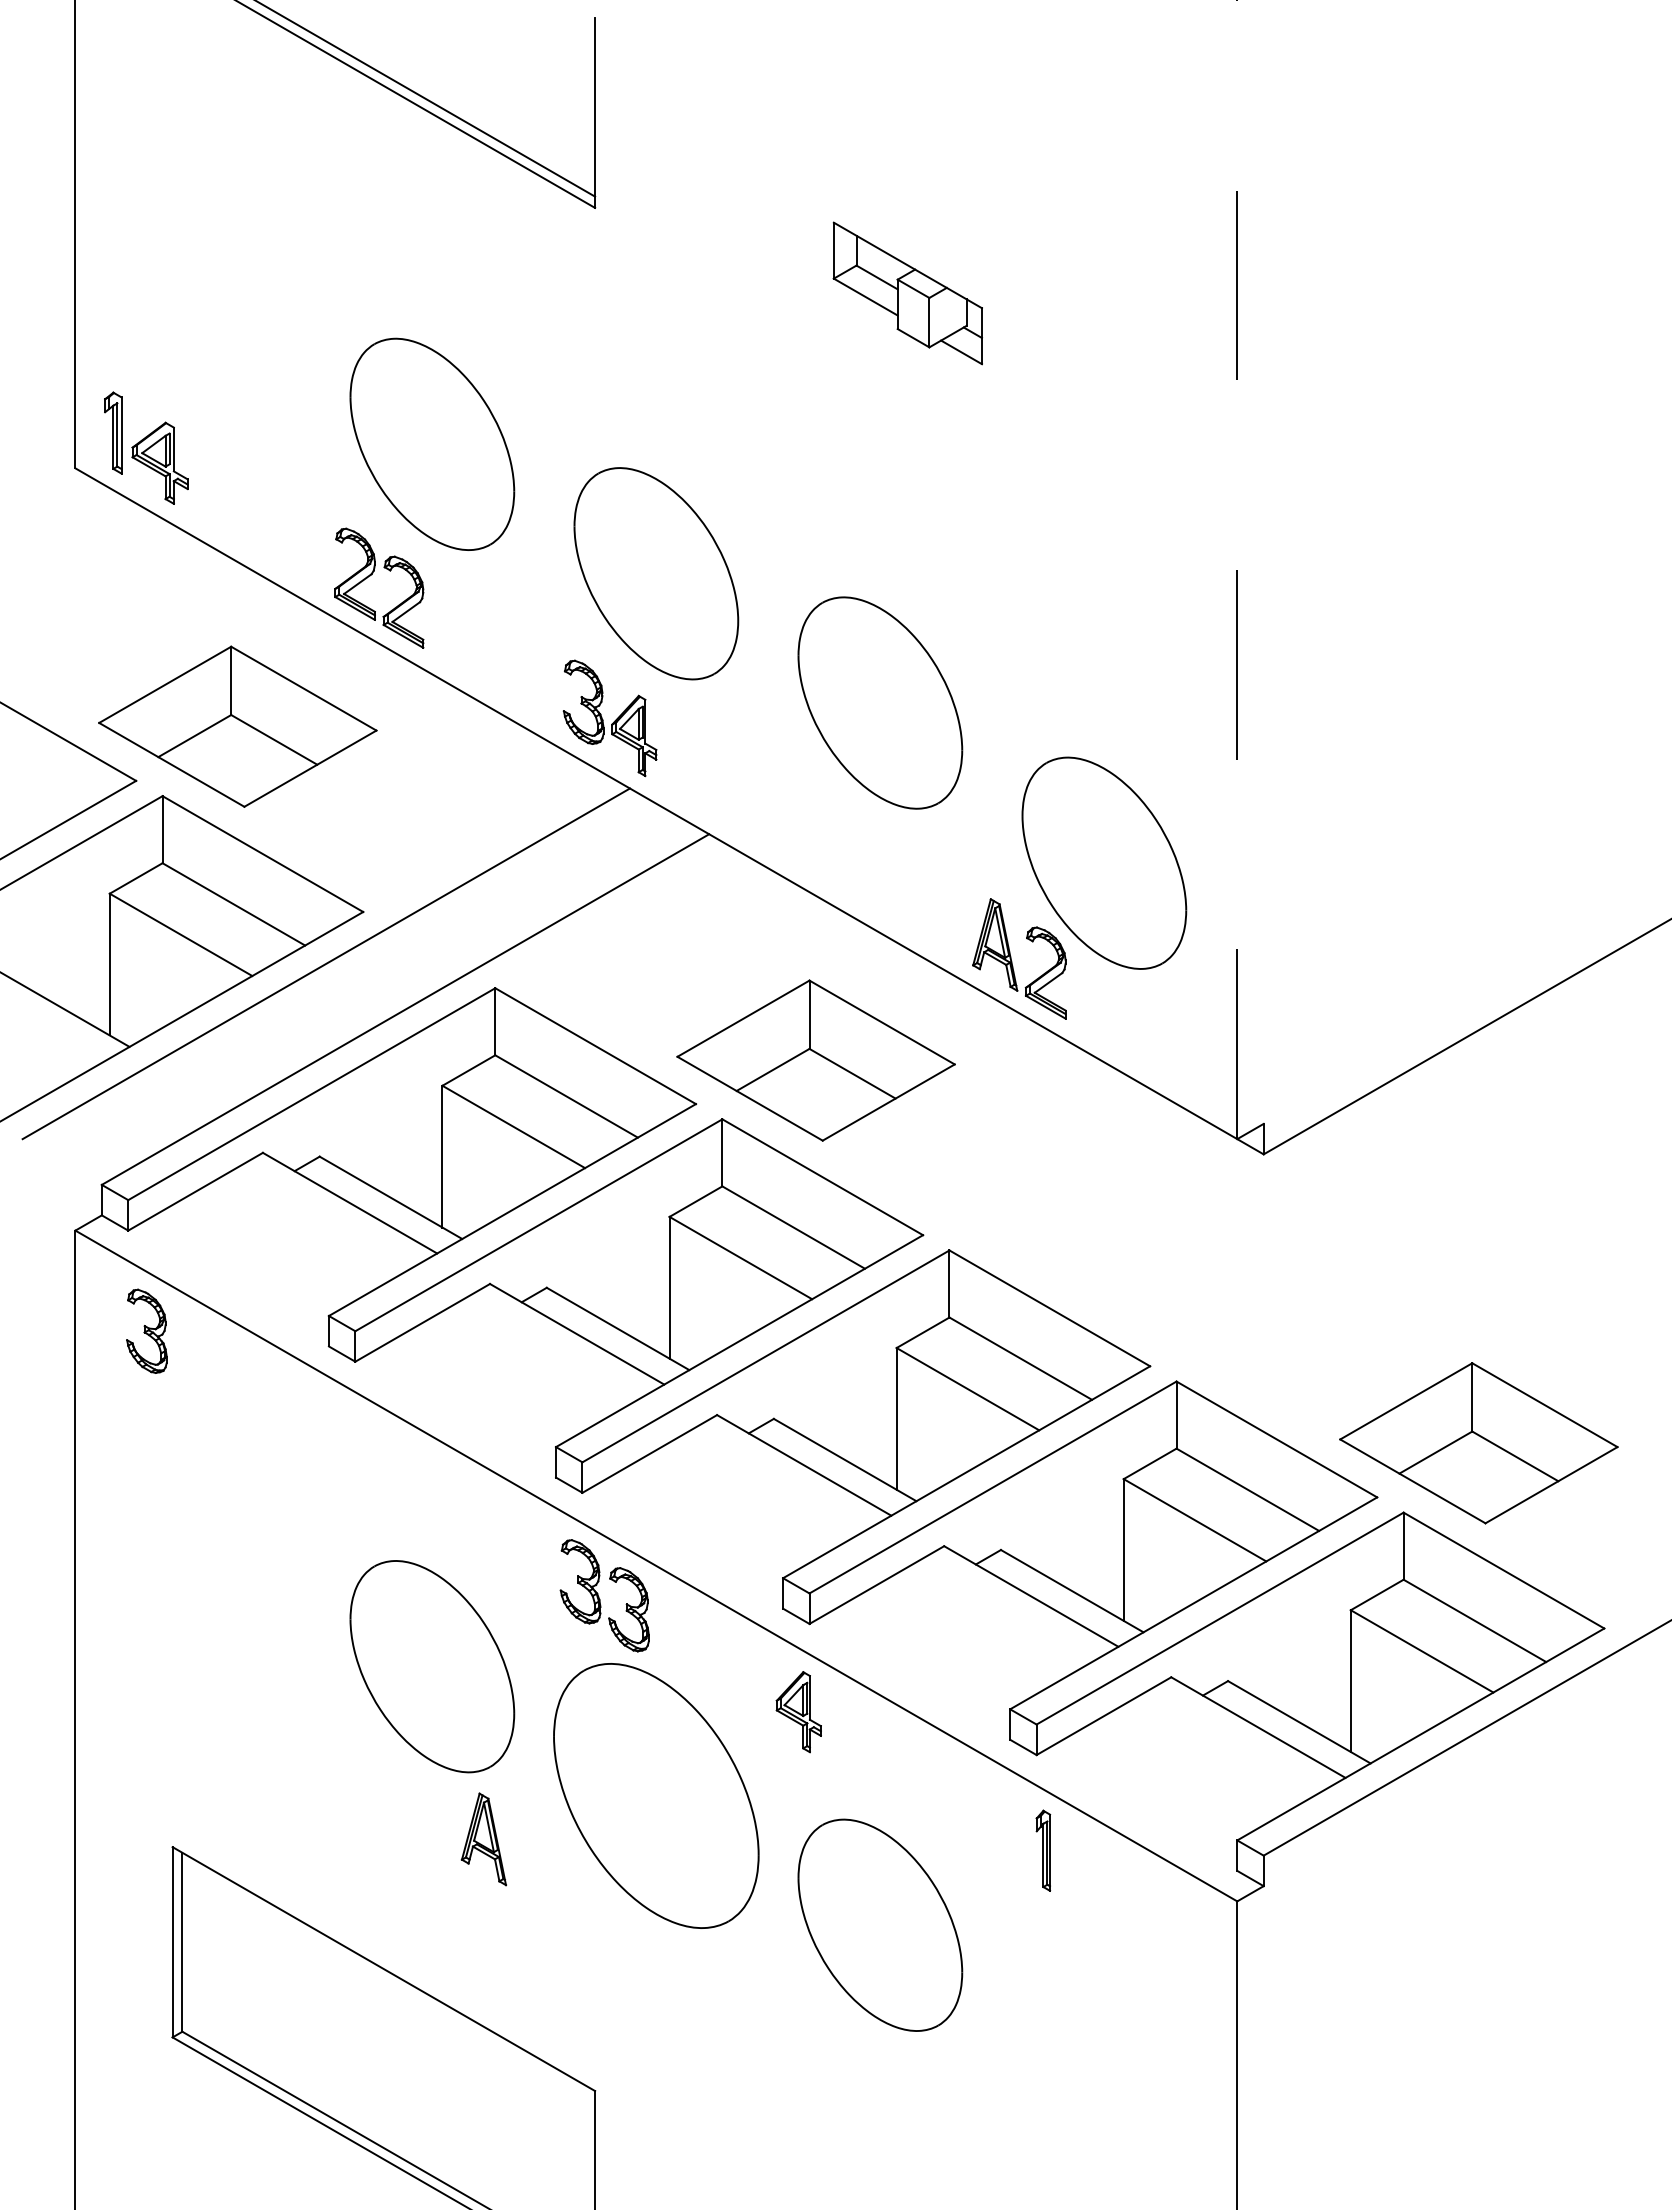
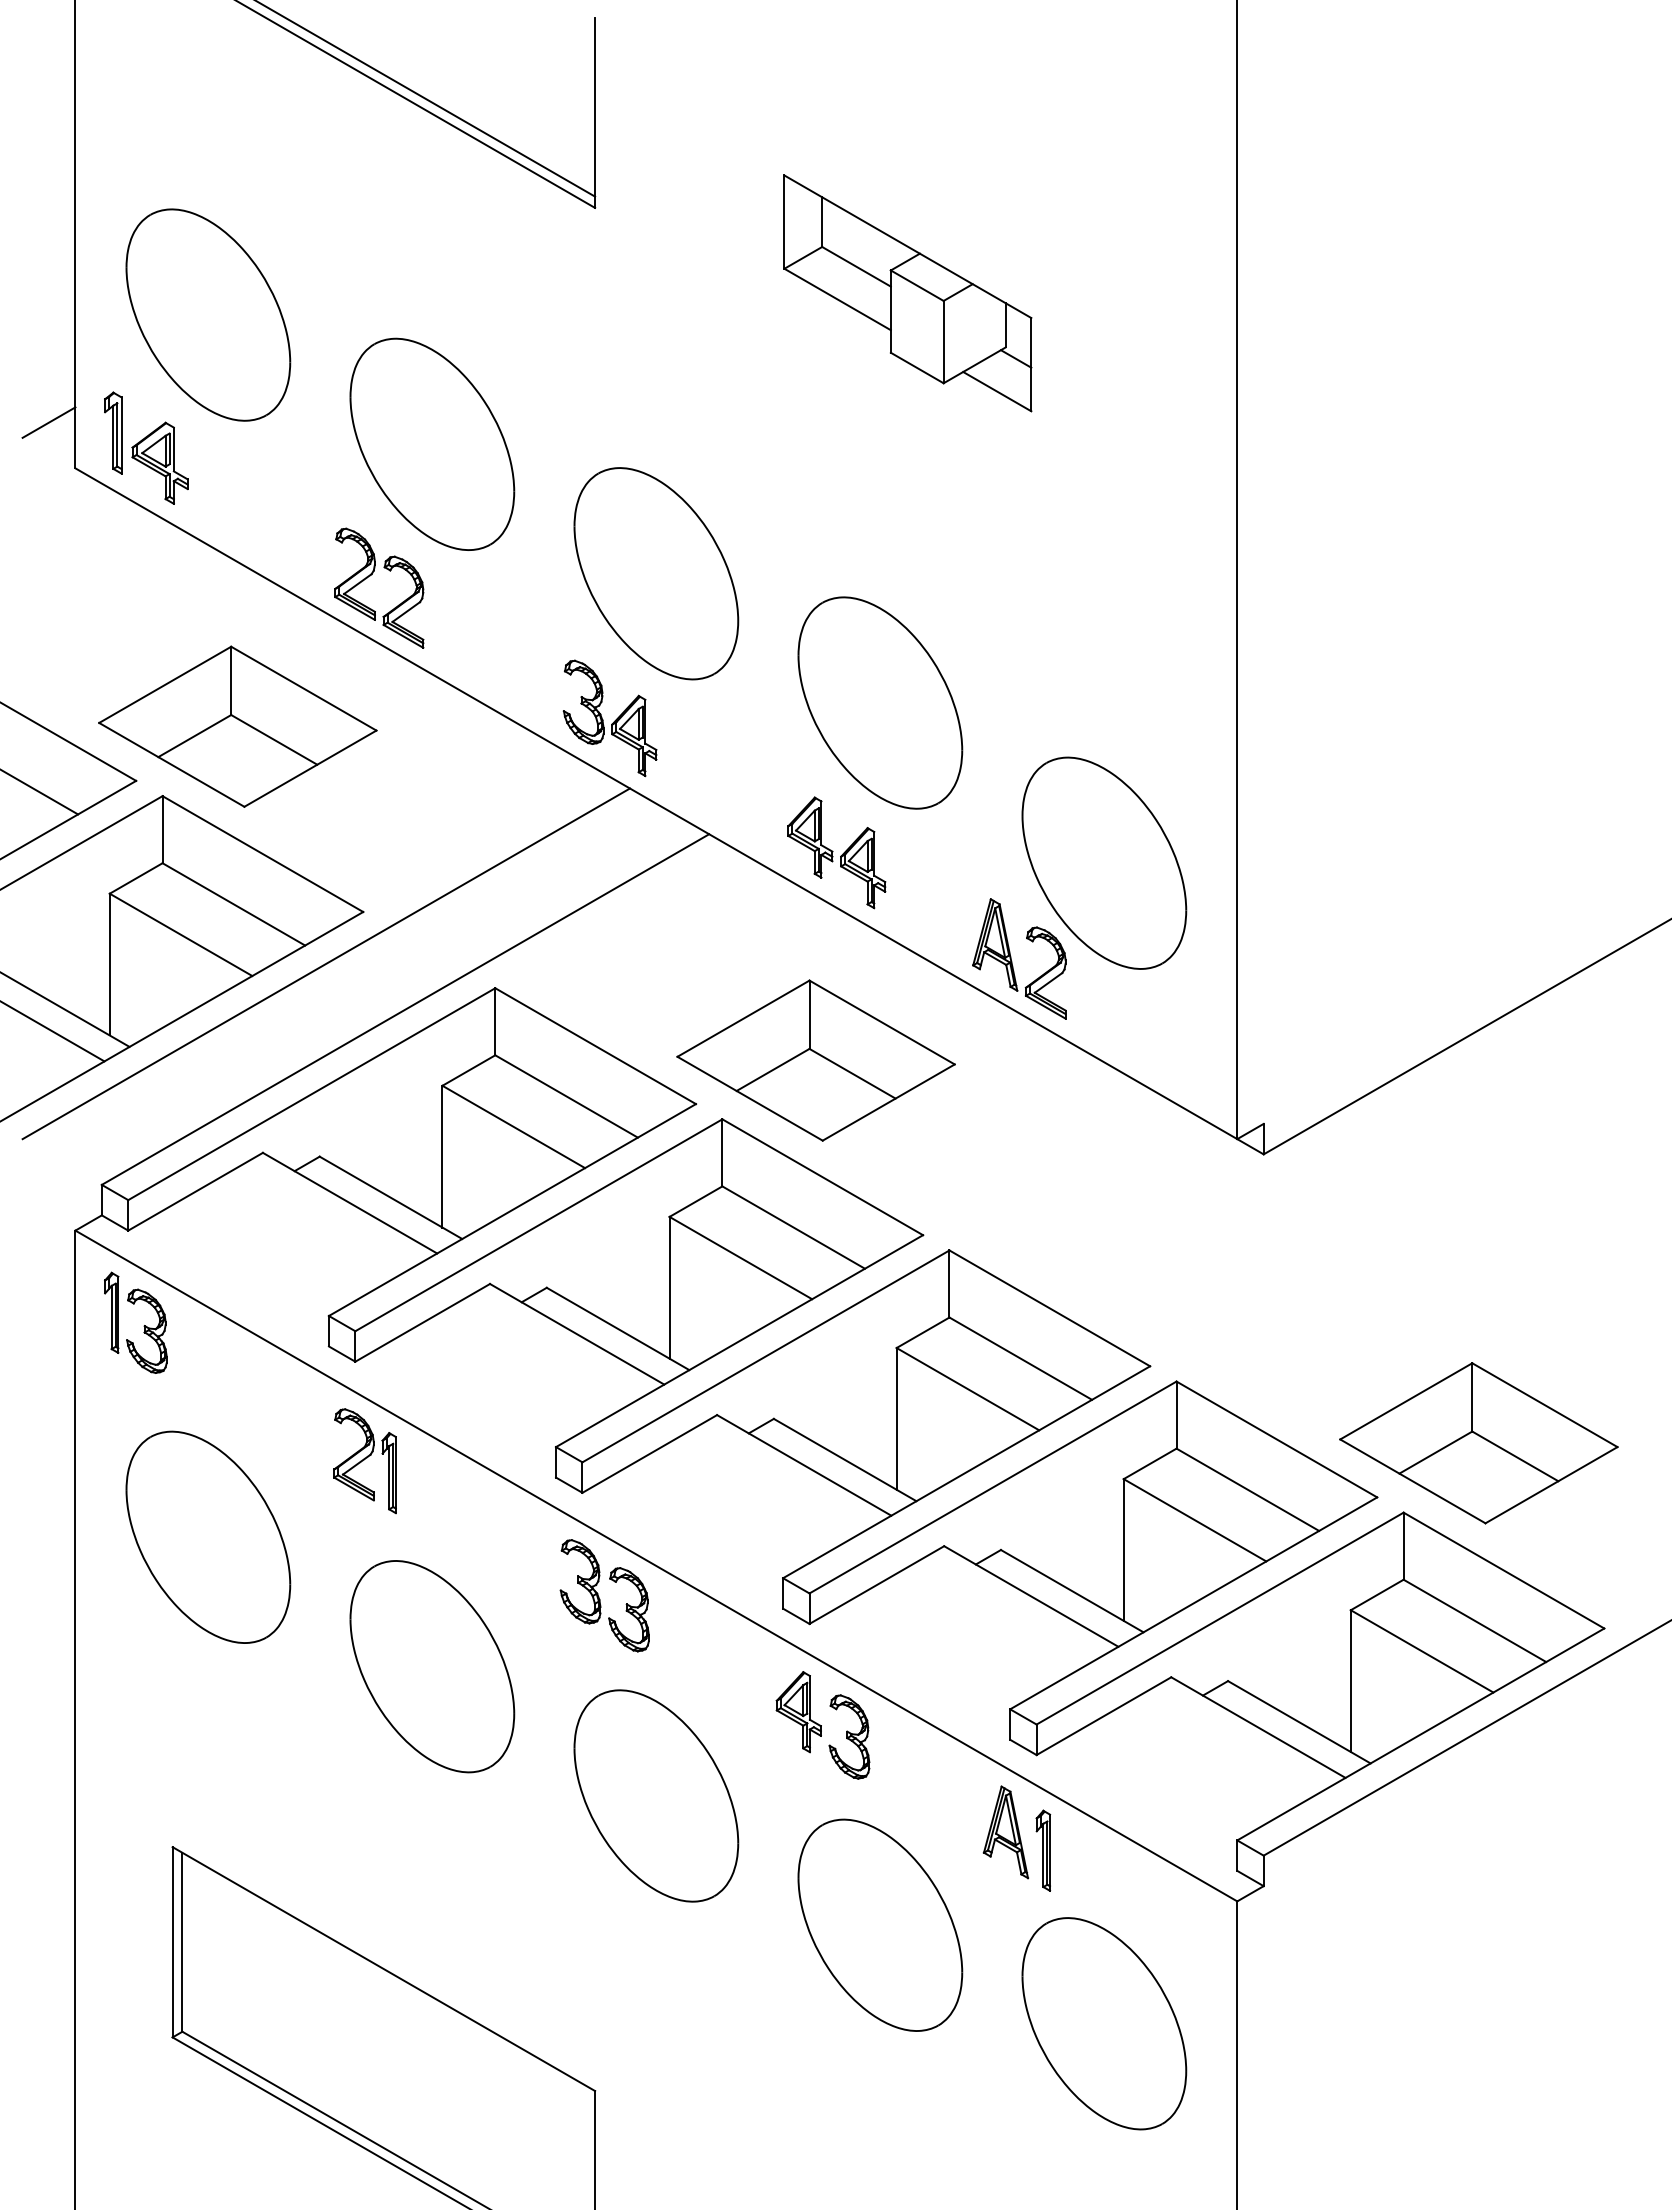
part at (907, 293) size: 151x145 px -> 250x239 px
part at (208, 314): none -> present
line at (48, 422): none -> present
line at (1237, 569): dashed -> solid
line at (40, 792): none -> present
part at (836, 852): none -> present
line at (53, 1031): none -> present
part at (111, 1312): none -> present
part at (364, 1461): none -> present
part at (208, 1536): none -> present
part at (849, 1736): none -> present
part at (656, 1795) size: 207x266 px -> 167x214 px
part at (483, 1839) position: (483, 1839) -> (1005, 1832)
part at (1104, 2023): none -> present
